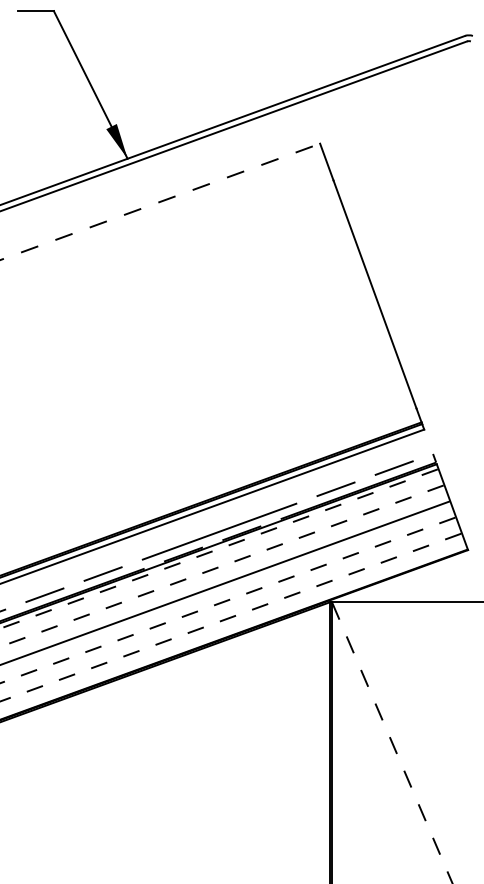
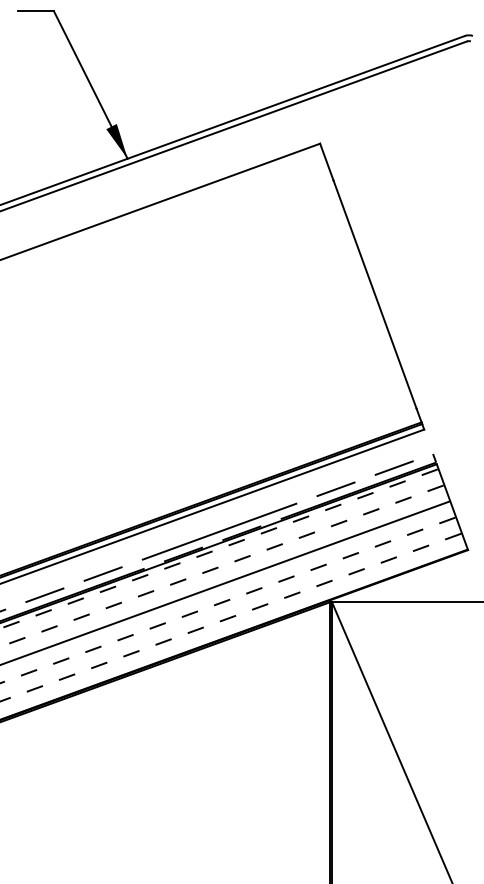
line at (160, 201): dashed -> solid
line at (392, 742): dashed -> solid
